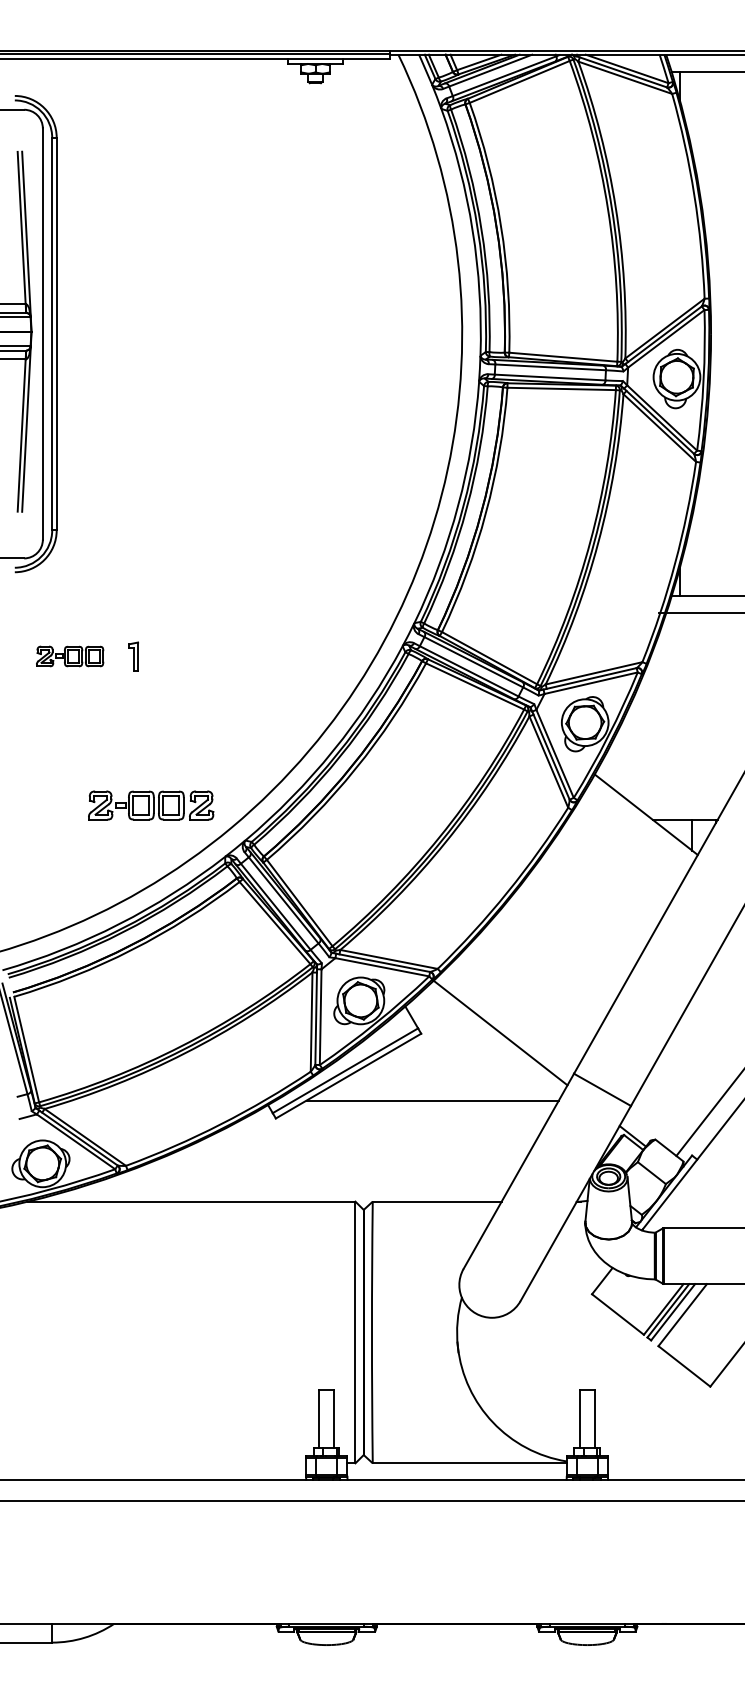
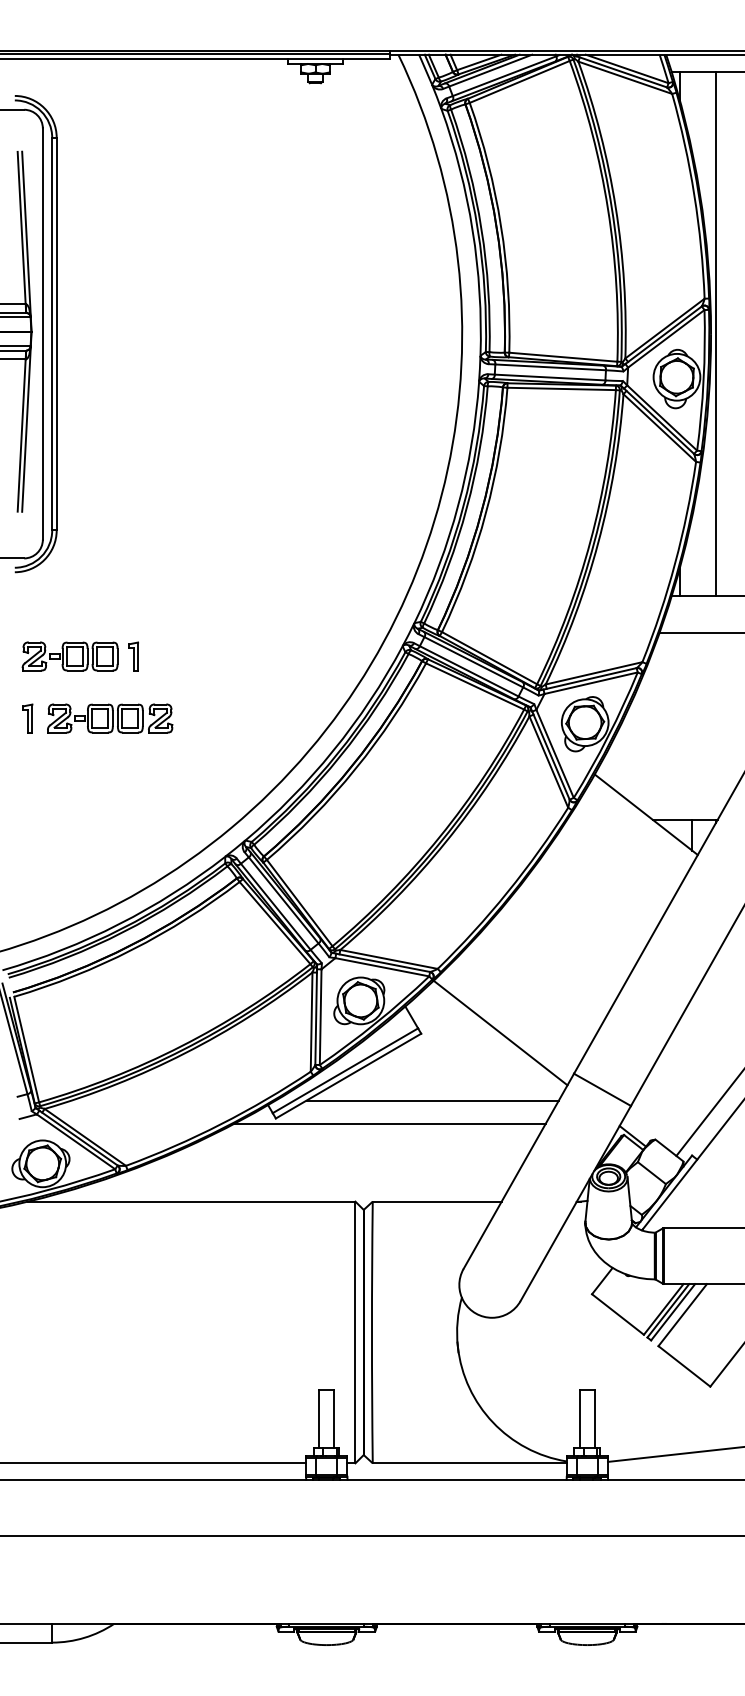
line at (715, 333): none -> present
line at (700, 613) position: (700, 613) -> (700, 633)
part at (70, 656) size: 69x23 px -> 98x31 px
part at (27, 718): none -> present
part at (151, 805) position: (151, 805) -> (110, 718)
line at (389, 1123): none -> present
line at (674, 1454): none -> present
line at (154, 1463): none -> present
line at (371, 1500) position: (371, 1500) -> (371, 1535)
